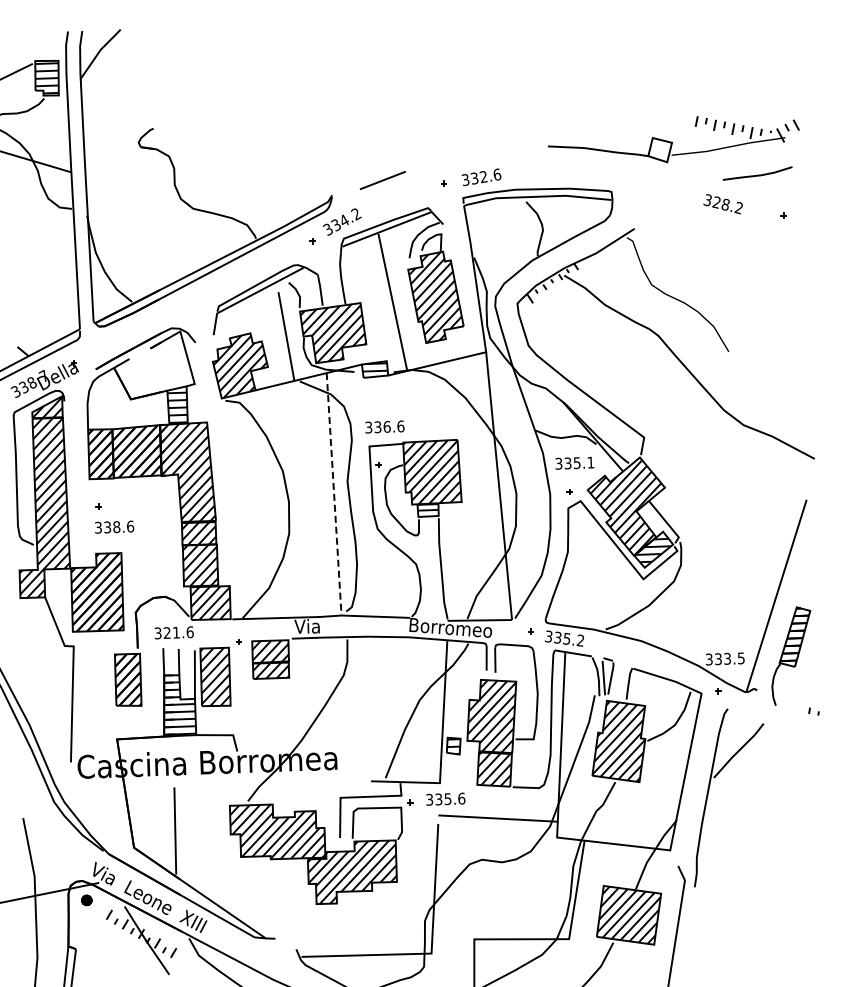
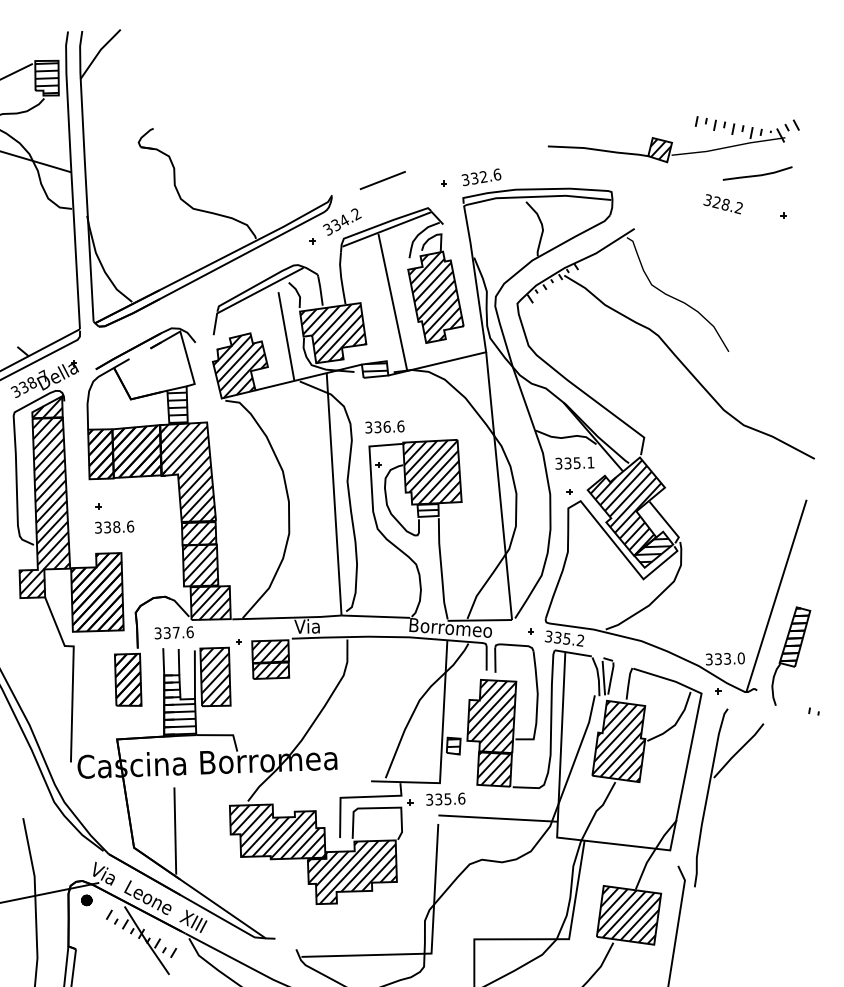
hatch at (660, 150): none -> present
line at (334, 494): dashed -> solid
text at (171, 632): 321.6 -> 337.6
text at (740, 658): 333.5 -> 333.0
